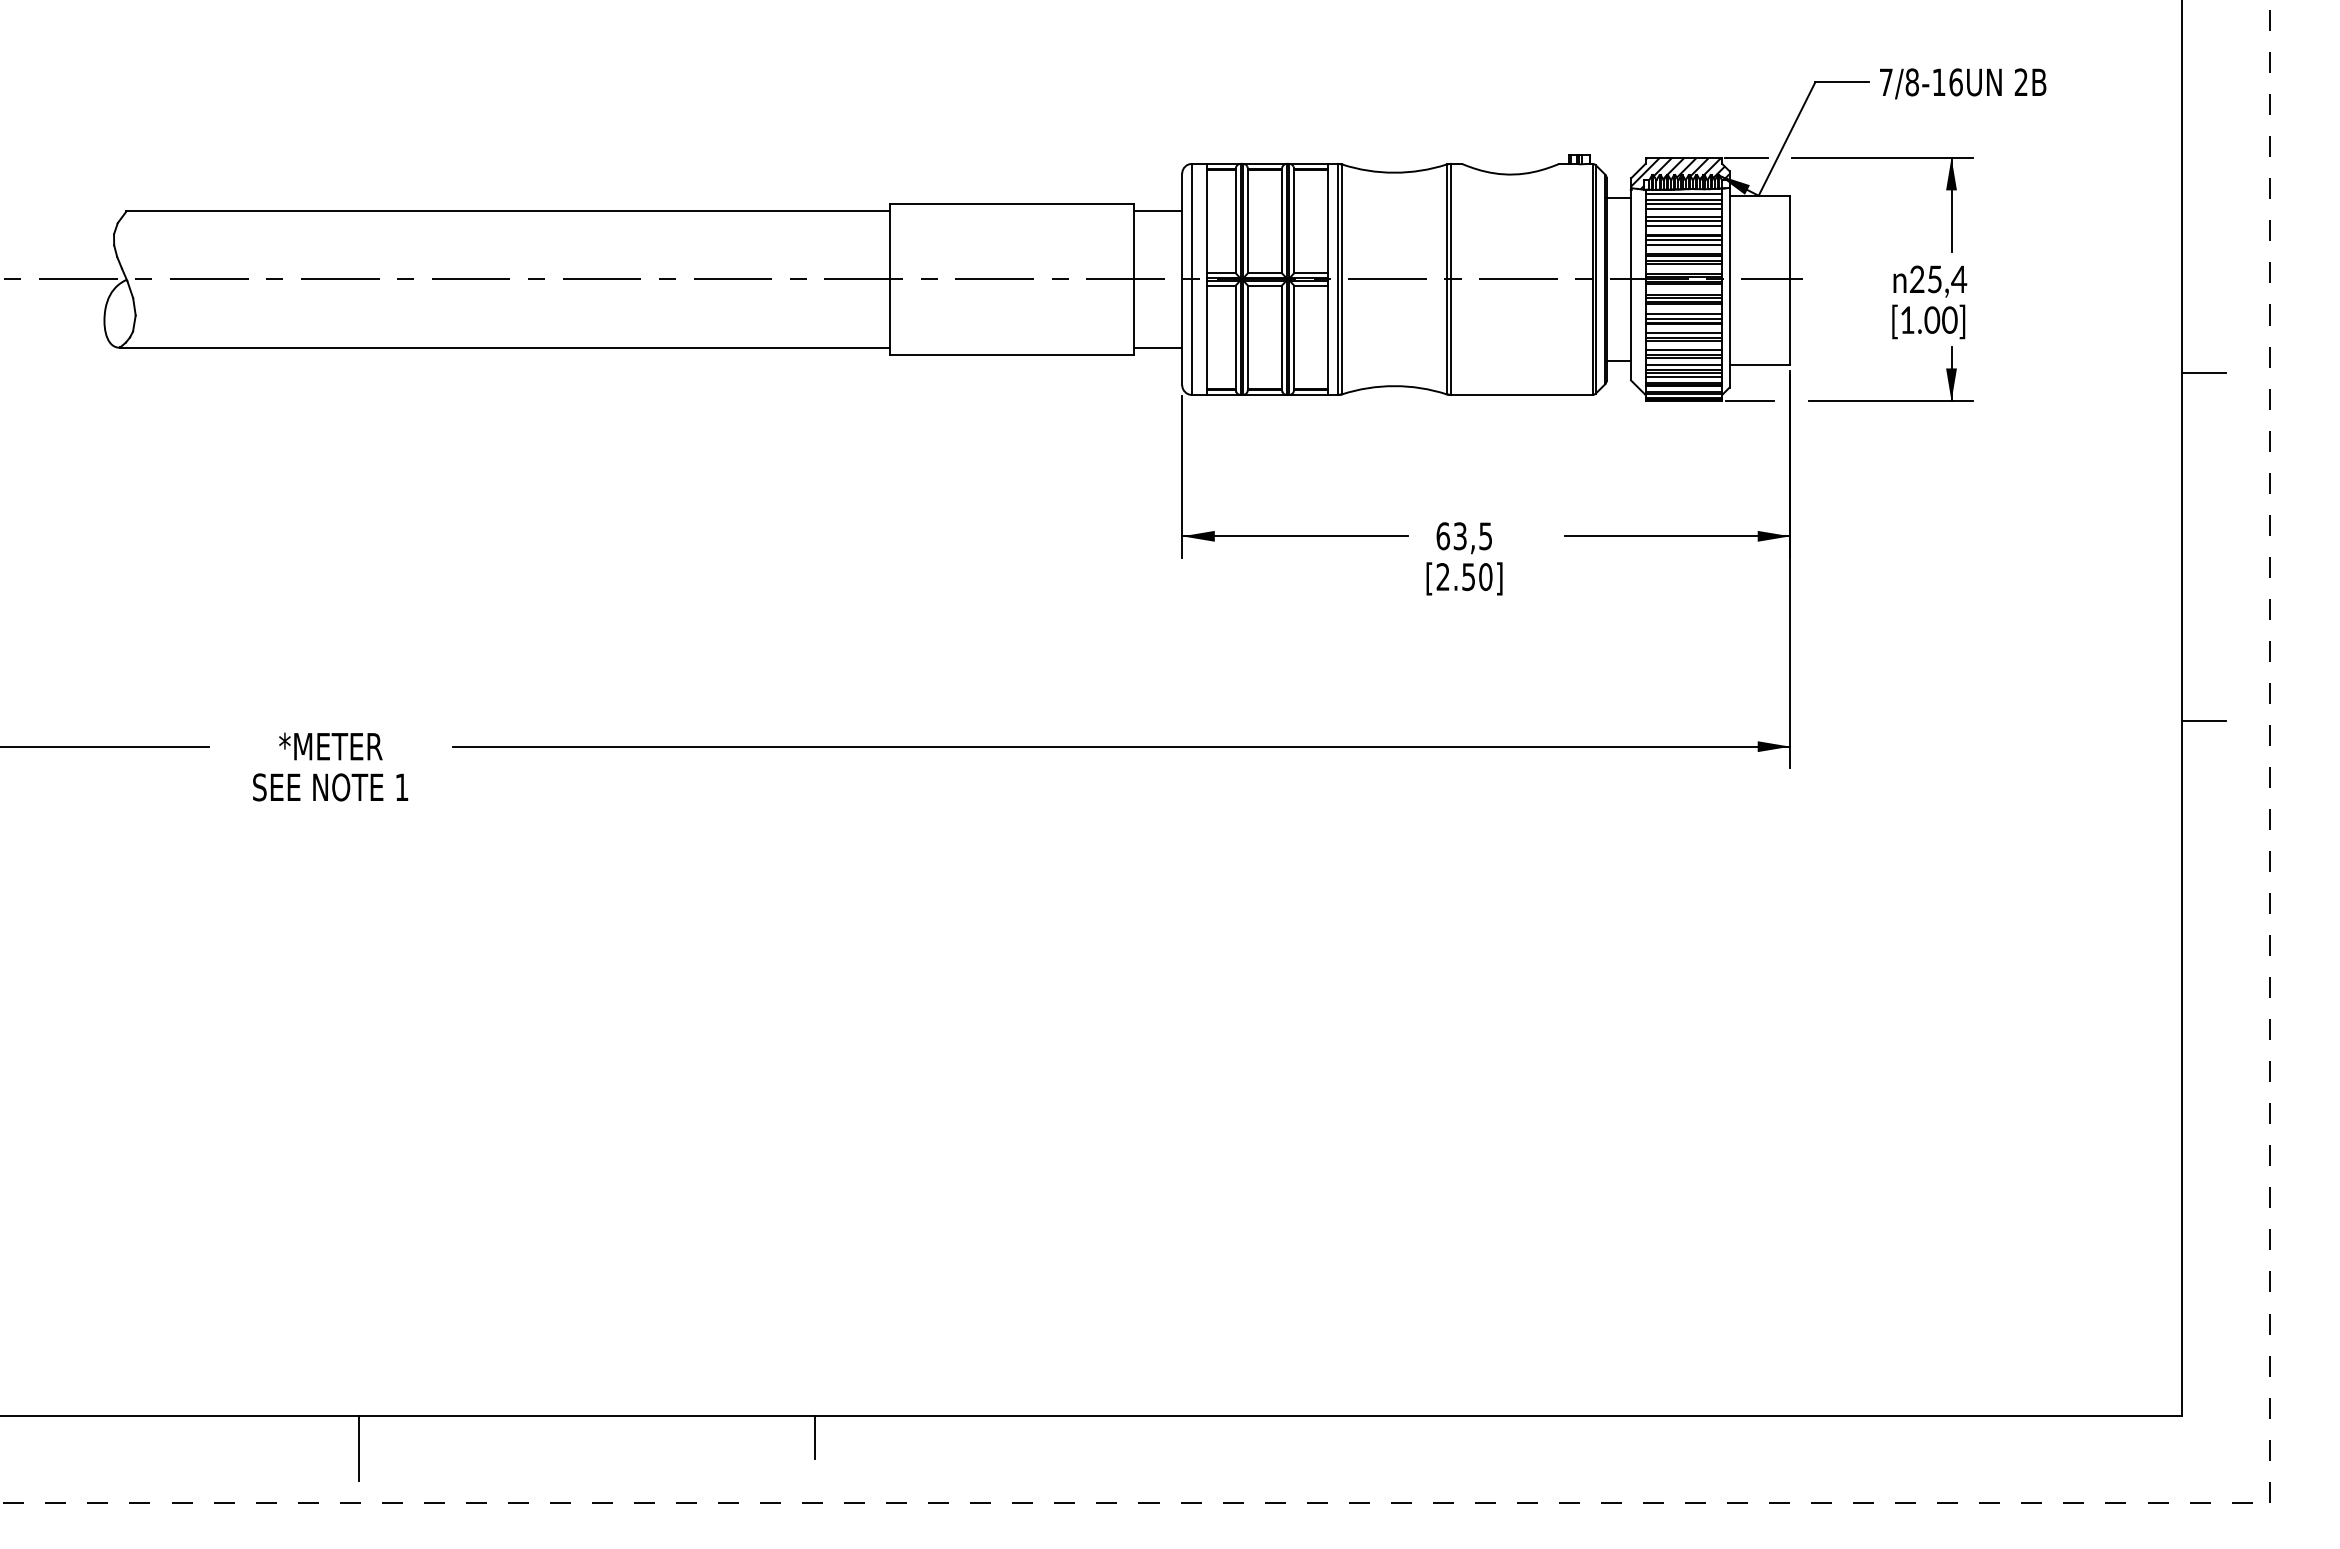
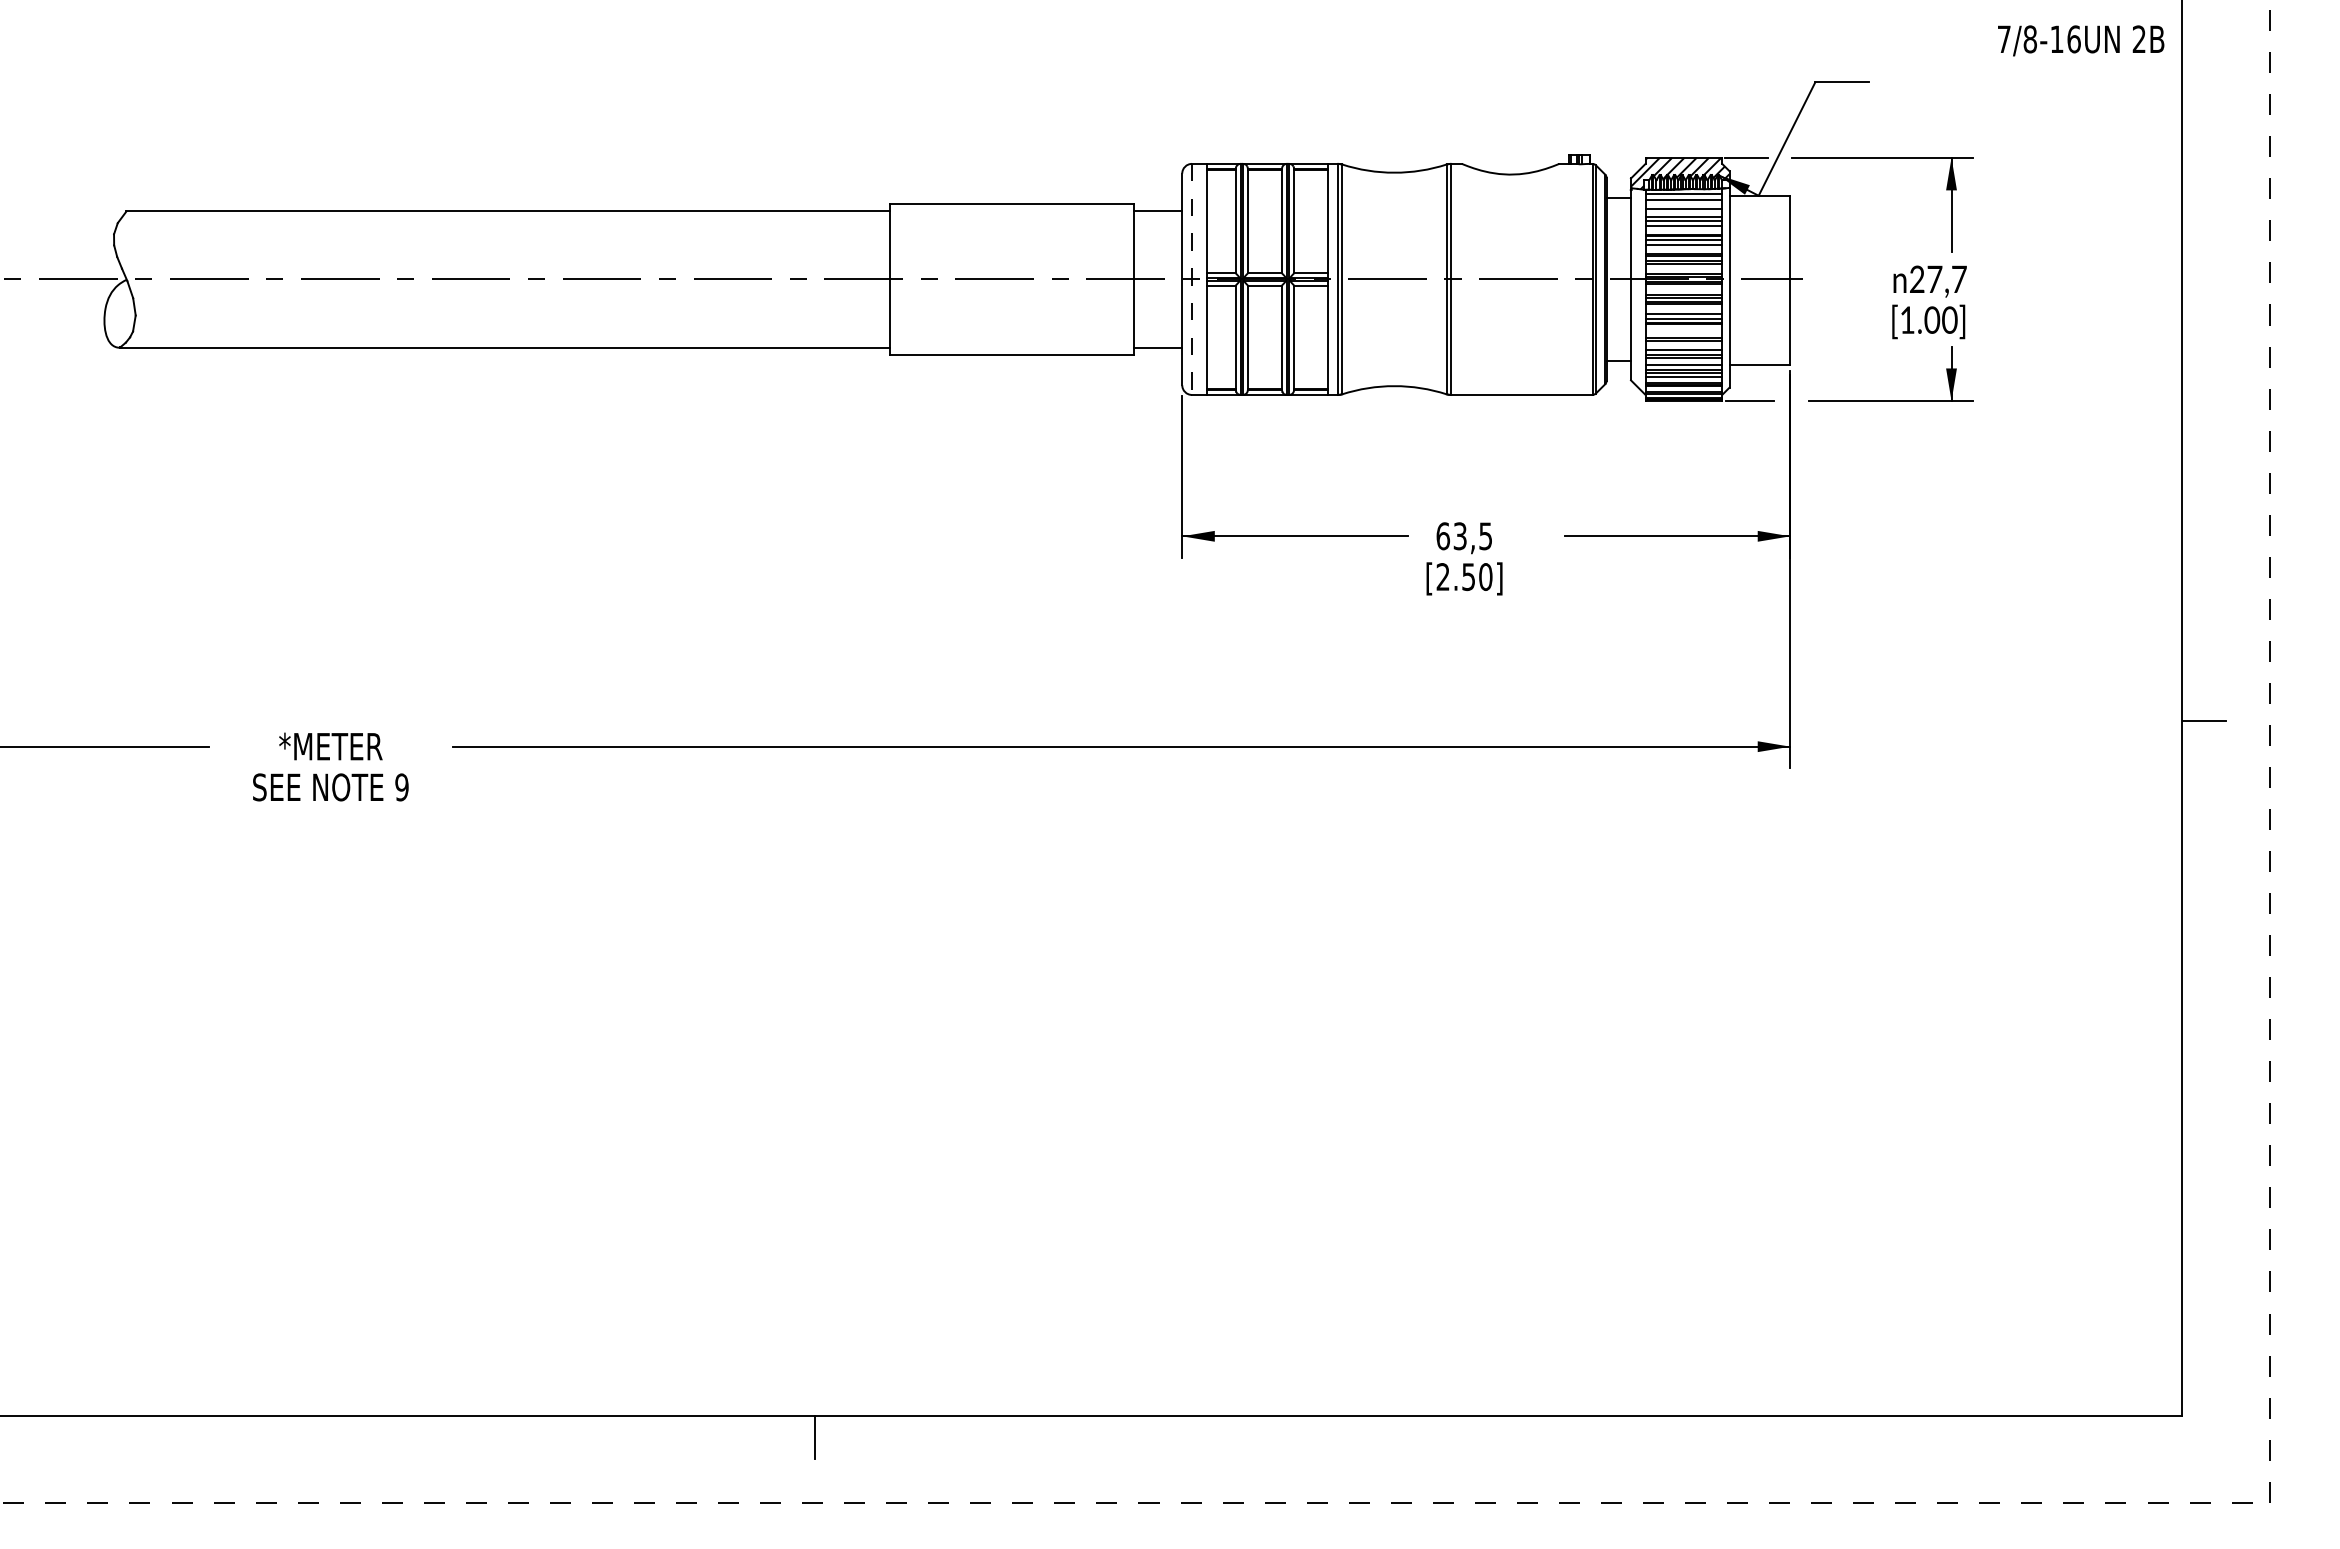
text at (1963, 83) position: (1963, 83) -> (2081, 40)
line at (1683, 203): present -> none
line at (1191, 279): solid -> dashed
text at (1947, 279): 25,4 -> 27,7
line at (1683, 332): present -> none
line at (2204, 373): present -> none
text at (401, 787): 1 -> 9
line at (358, 1448): present -> none
